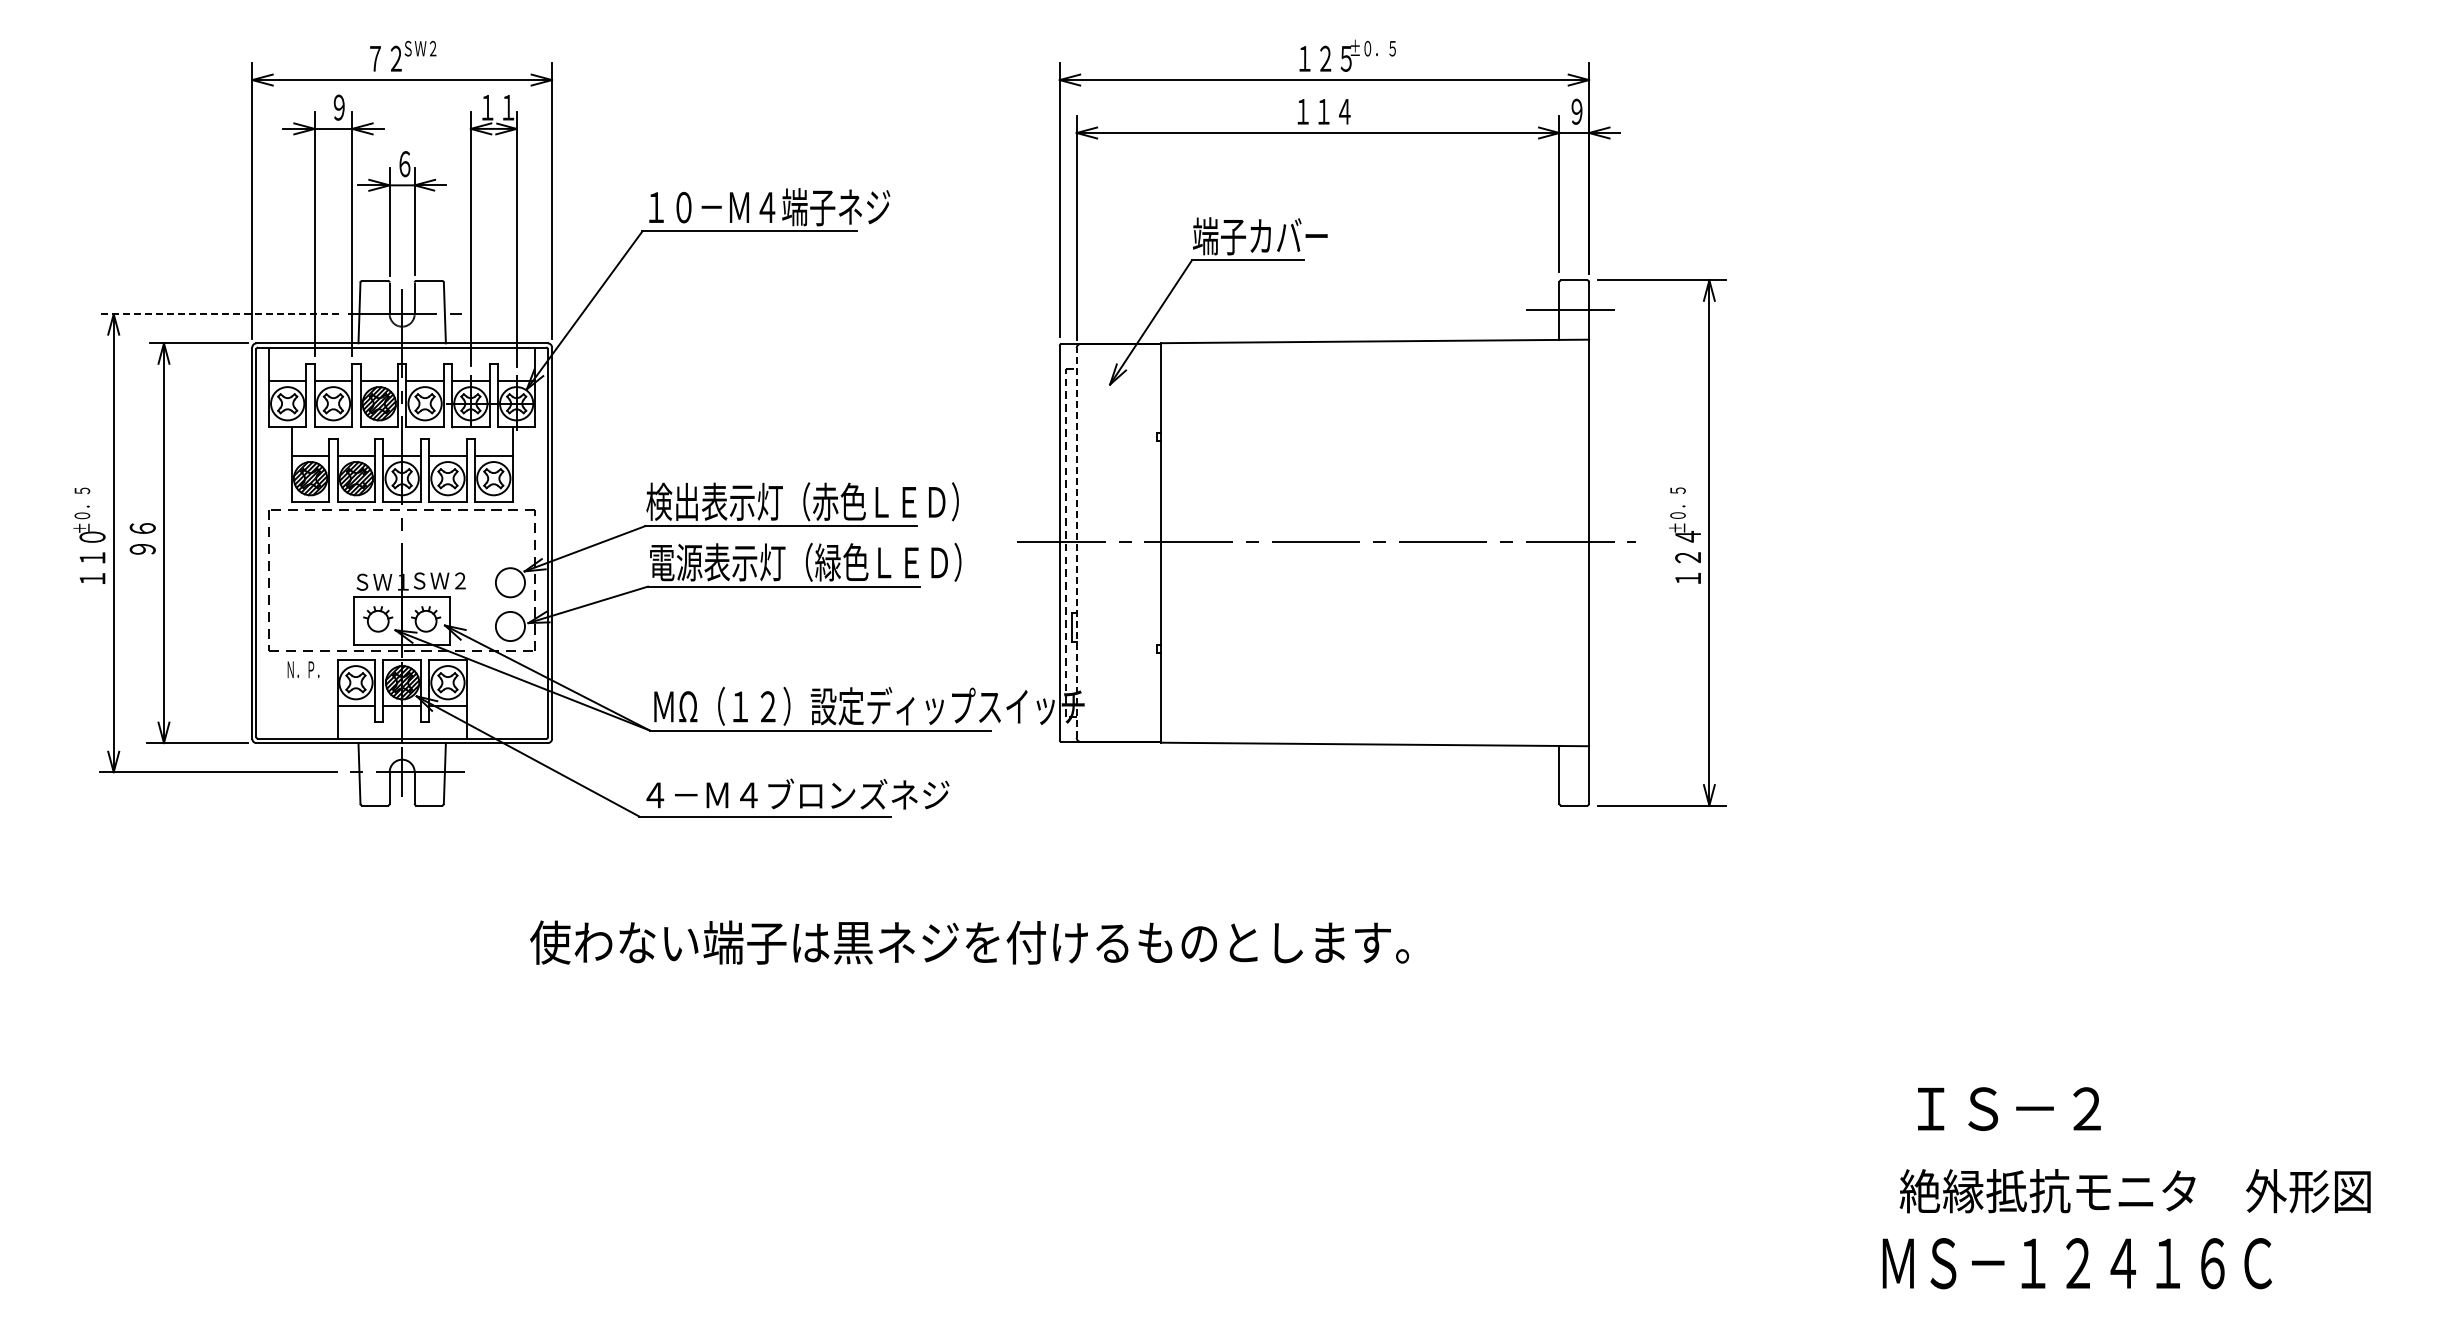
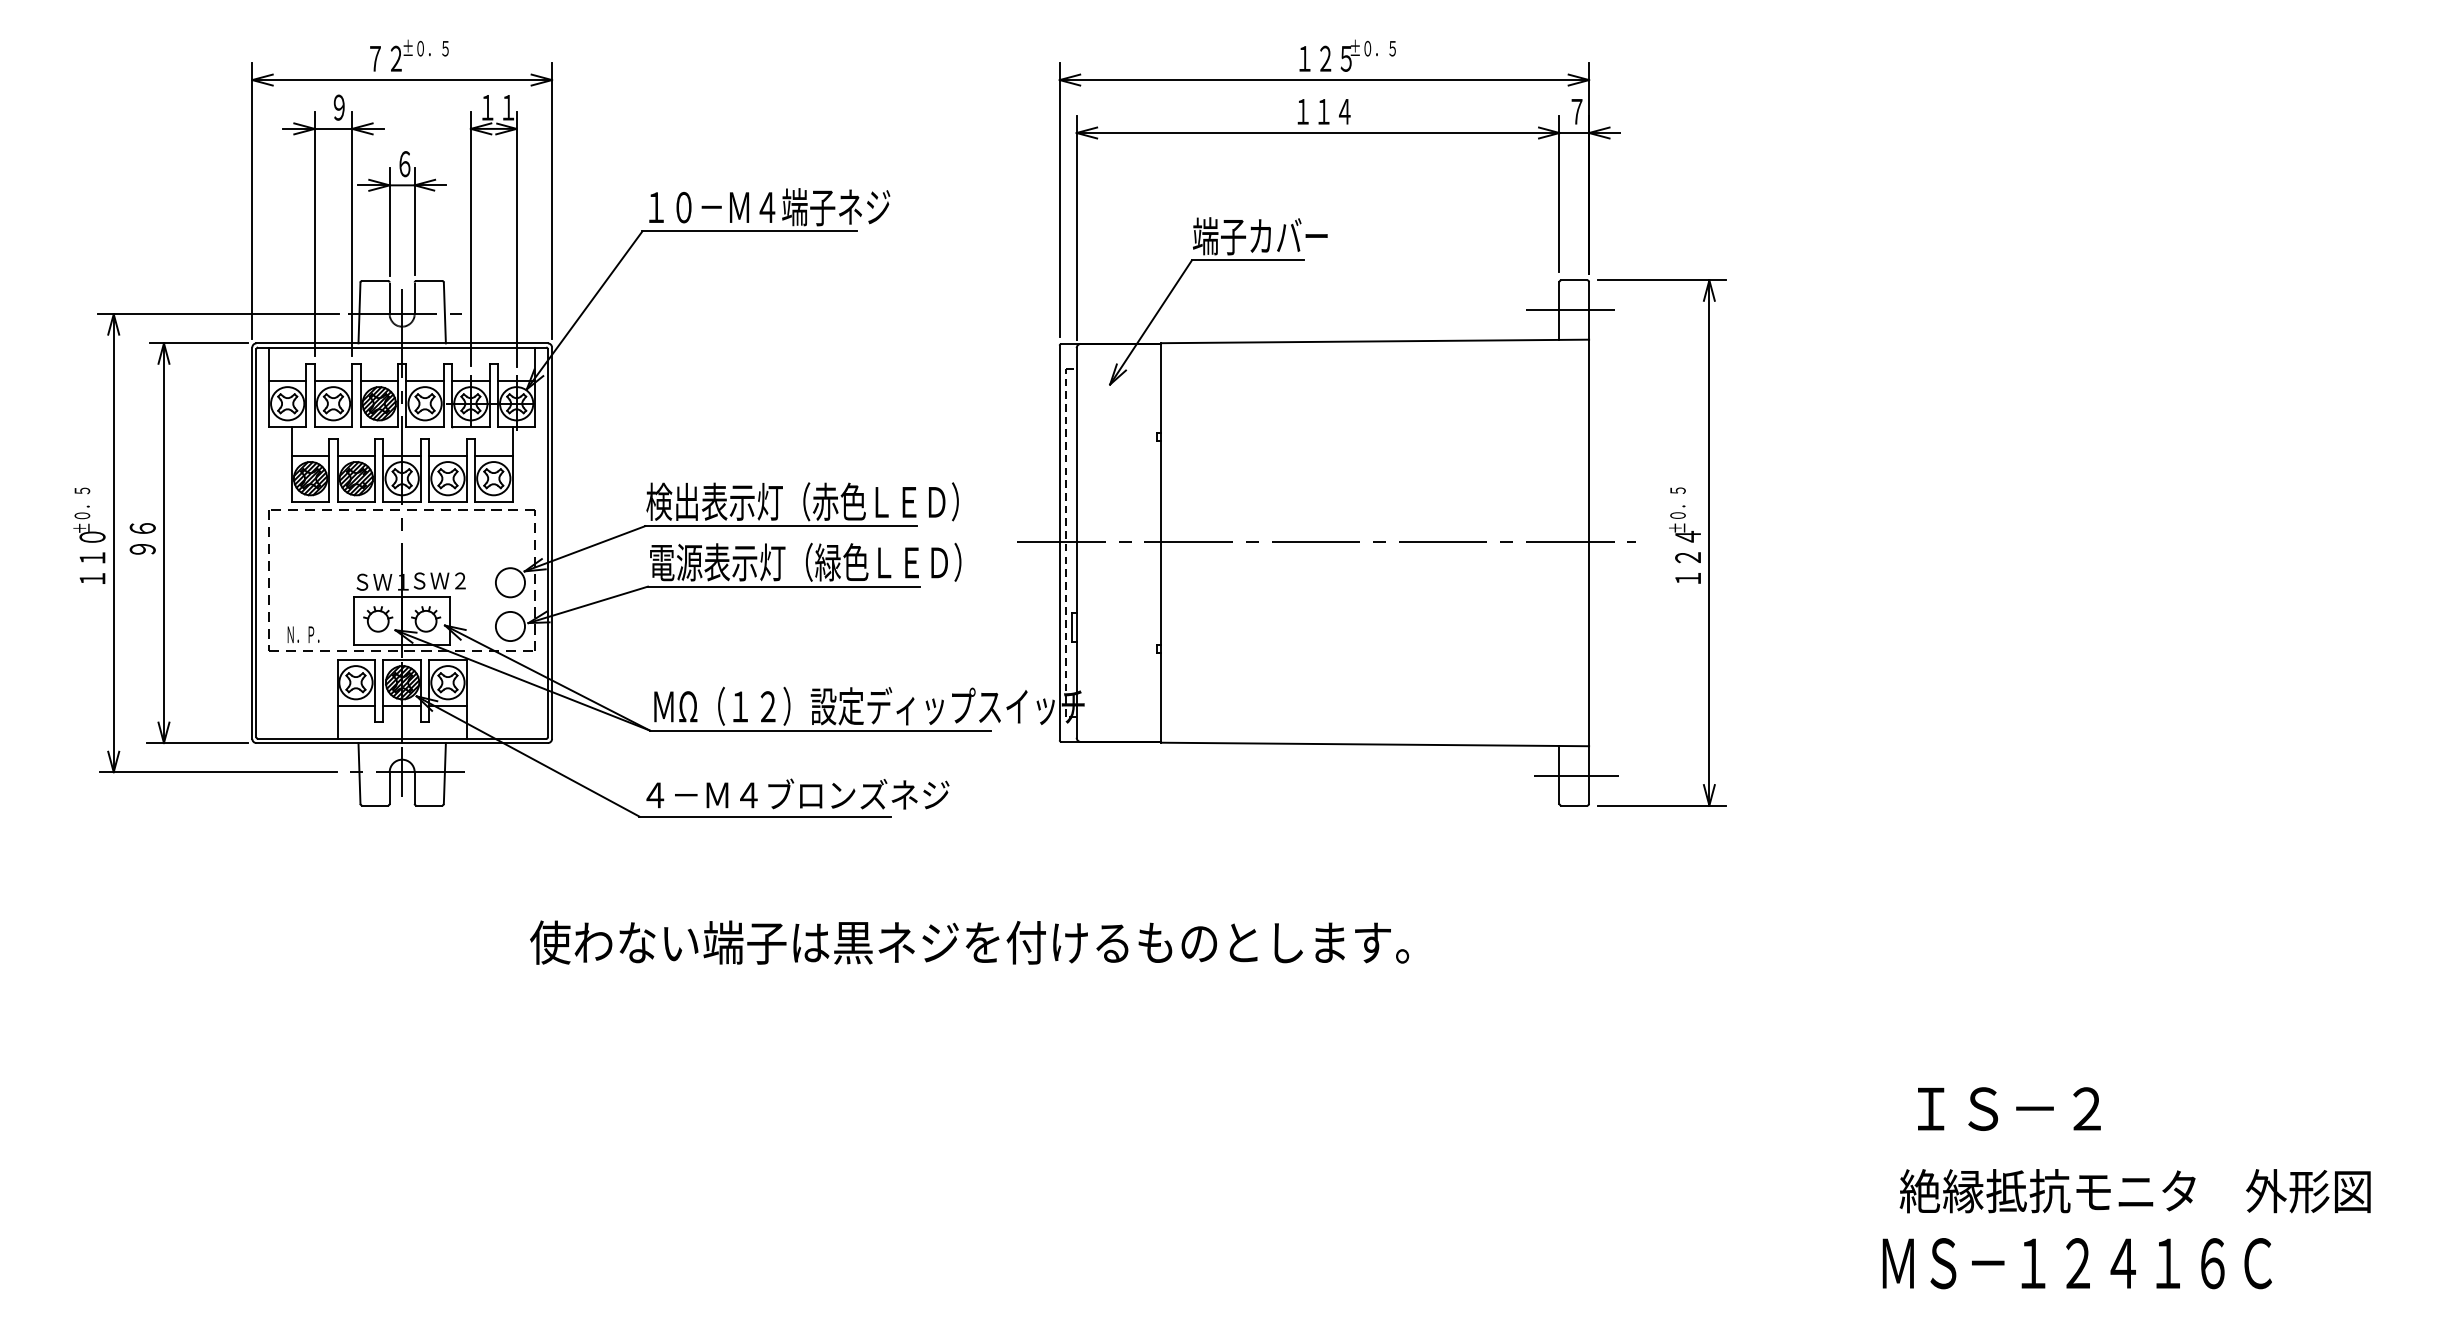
text at (425, 47): ＳＷ２ -> ±０．５
text at (1576, 111): ９ -> ７
line at (218, 314): dashed -> solid
line at (1076, 542): dashed -> solid
text at (303, 669) position: (303, 669) -> (303, 634)
line at (1576, 775): none -> present
